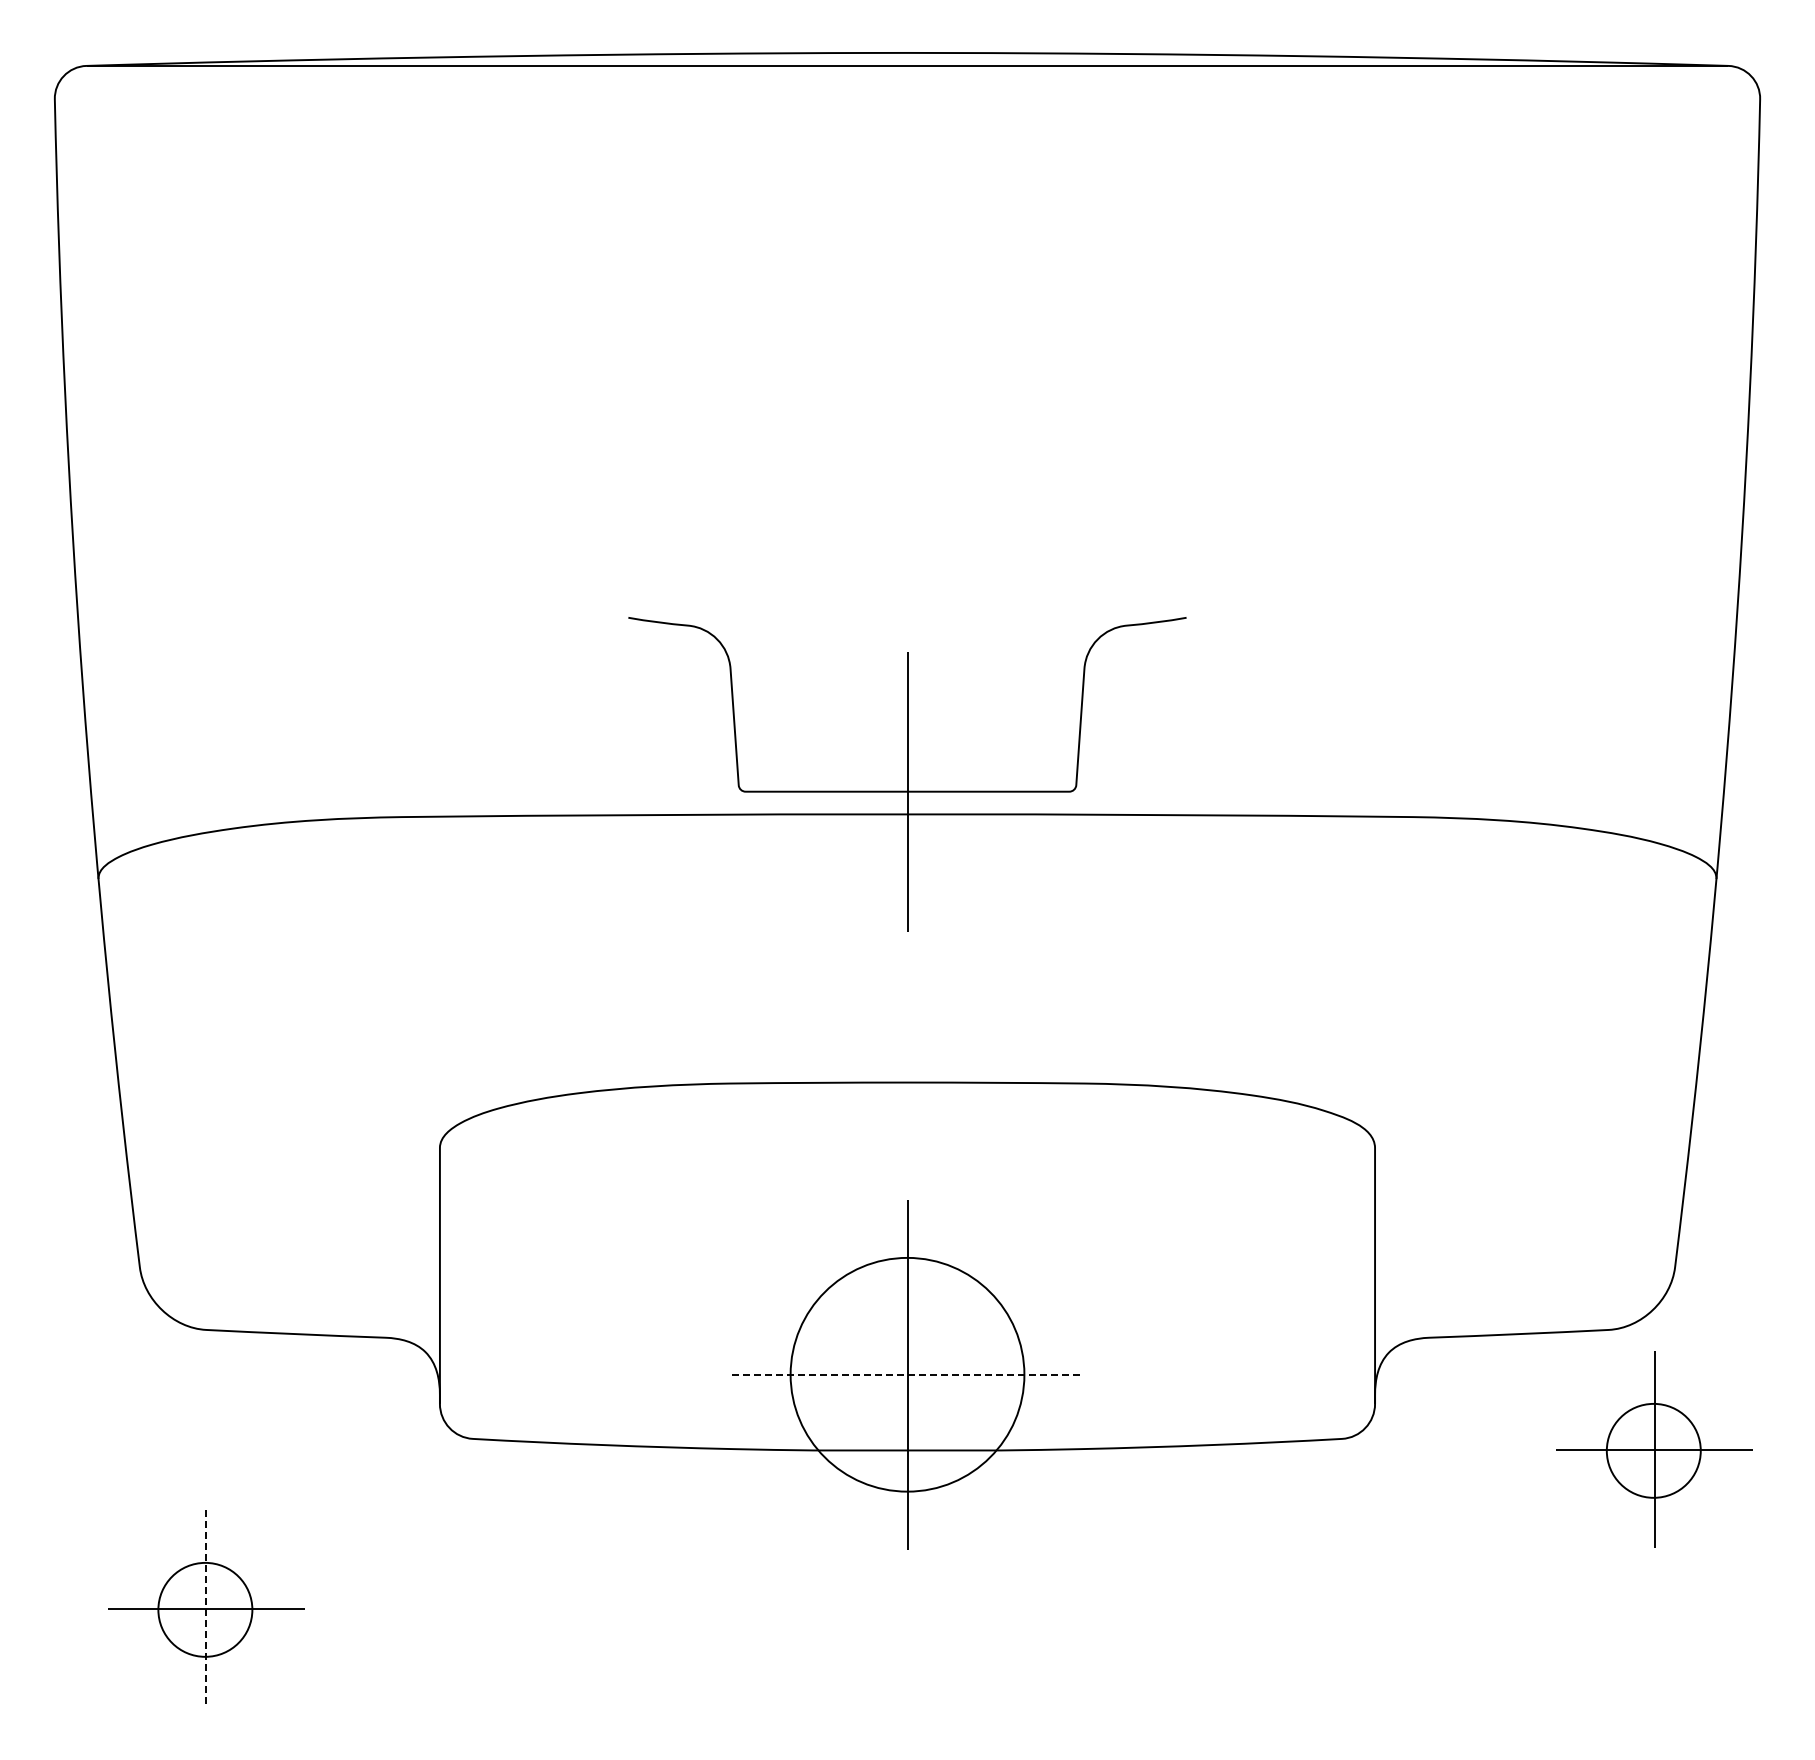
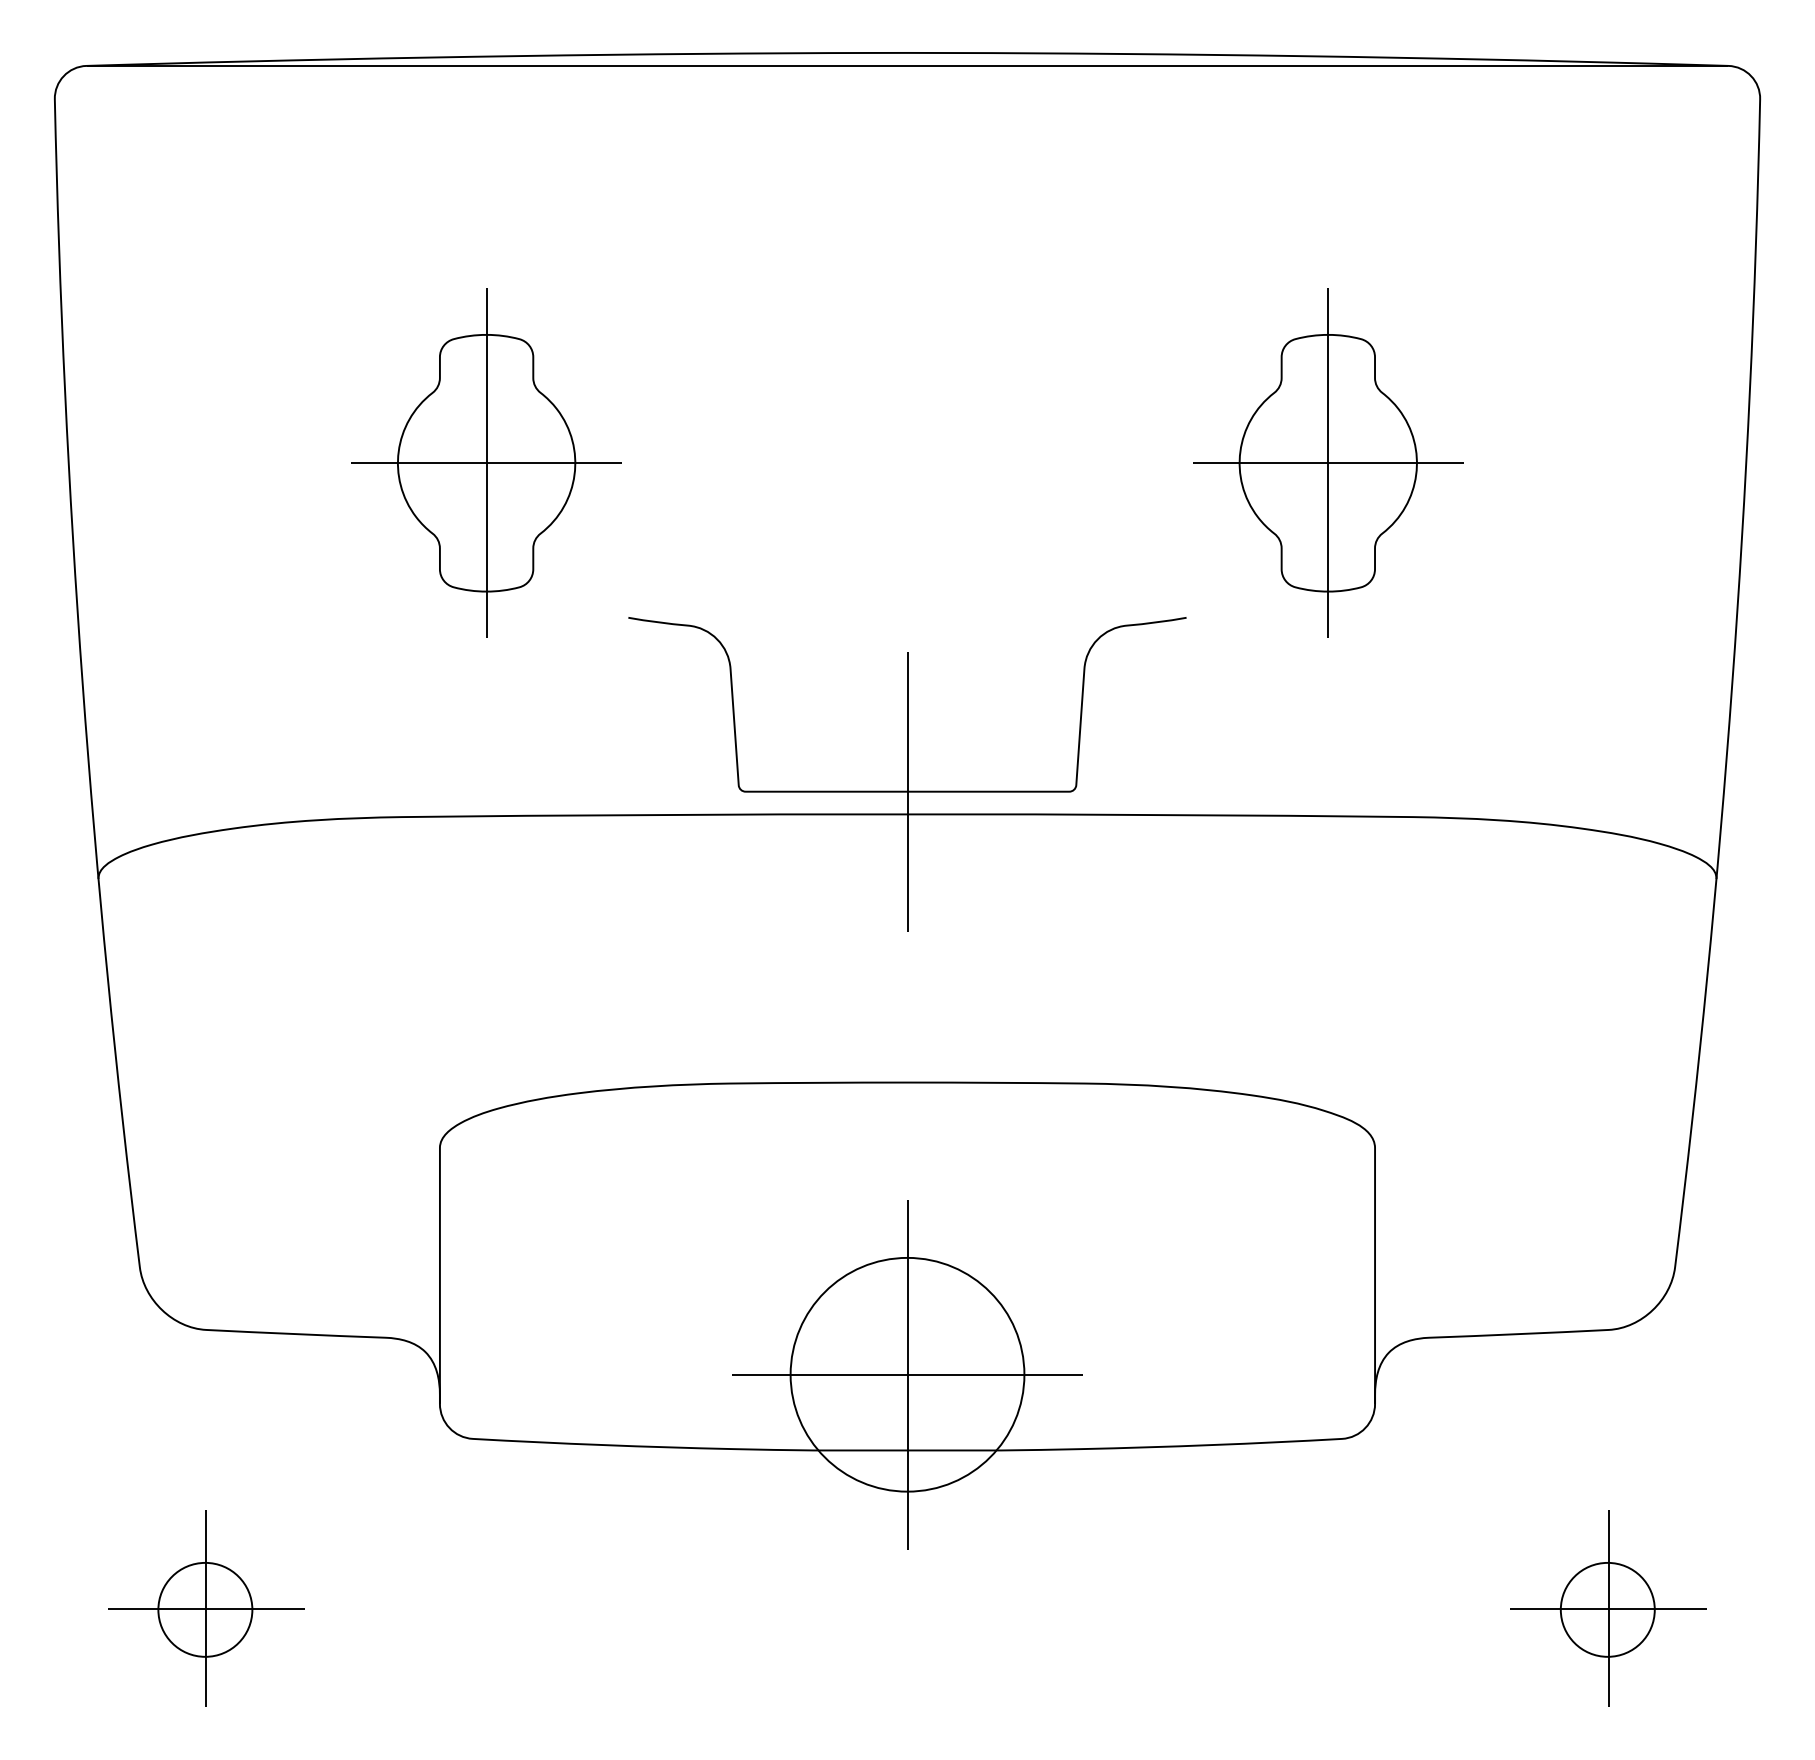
part at (486, 462): none -> present
part at (1328, 462): none -> present
line at (908, 1374): dashed -> solid
part at (1654, 1449) position: (1654, 1449) -> (1608, 1608)
line at (206, 1608): dashed -> solid
